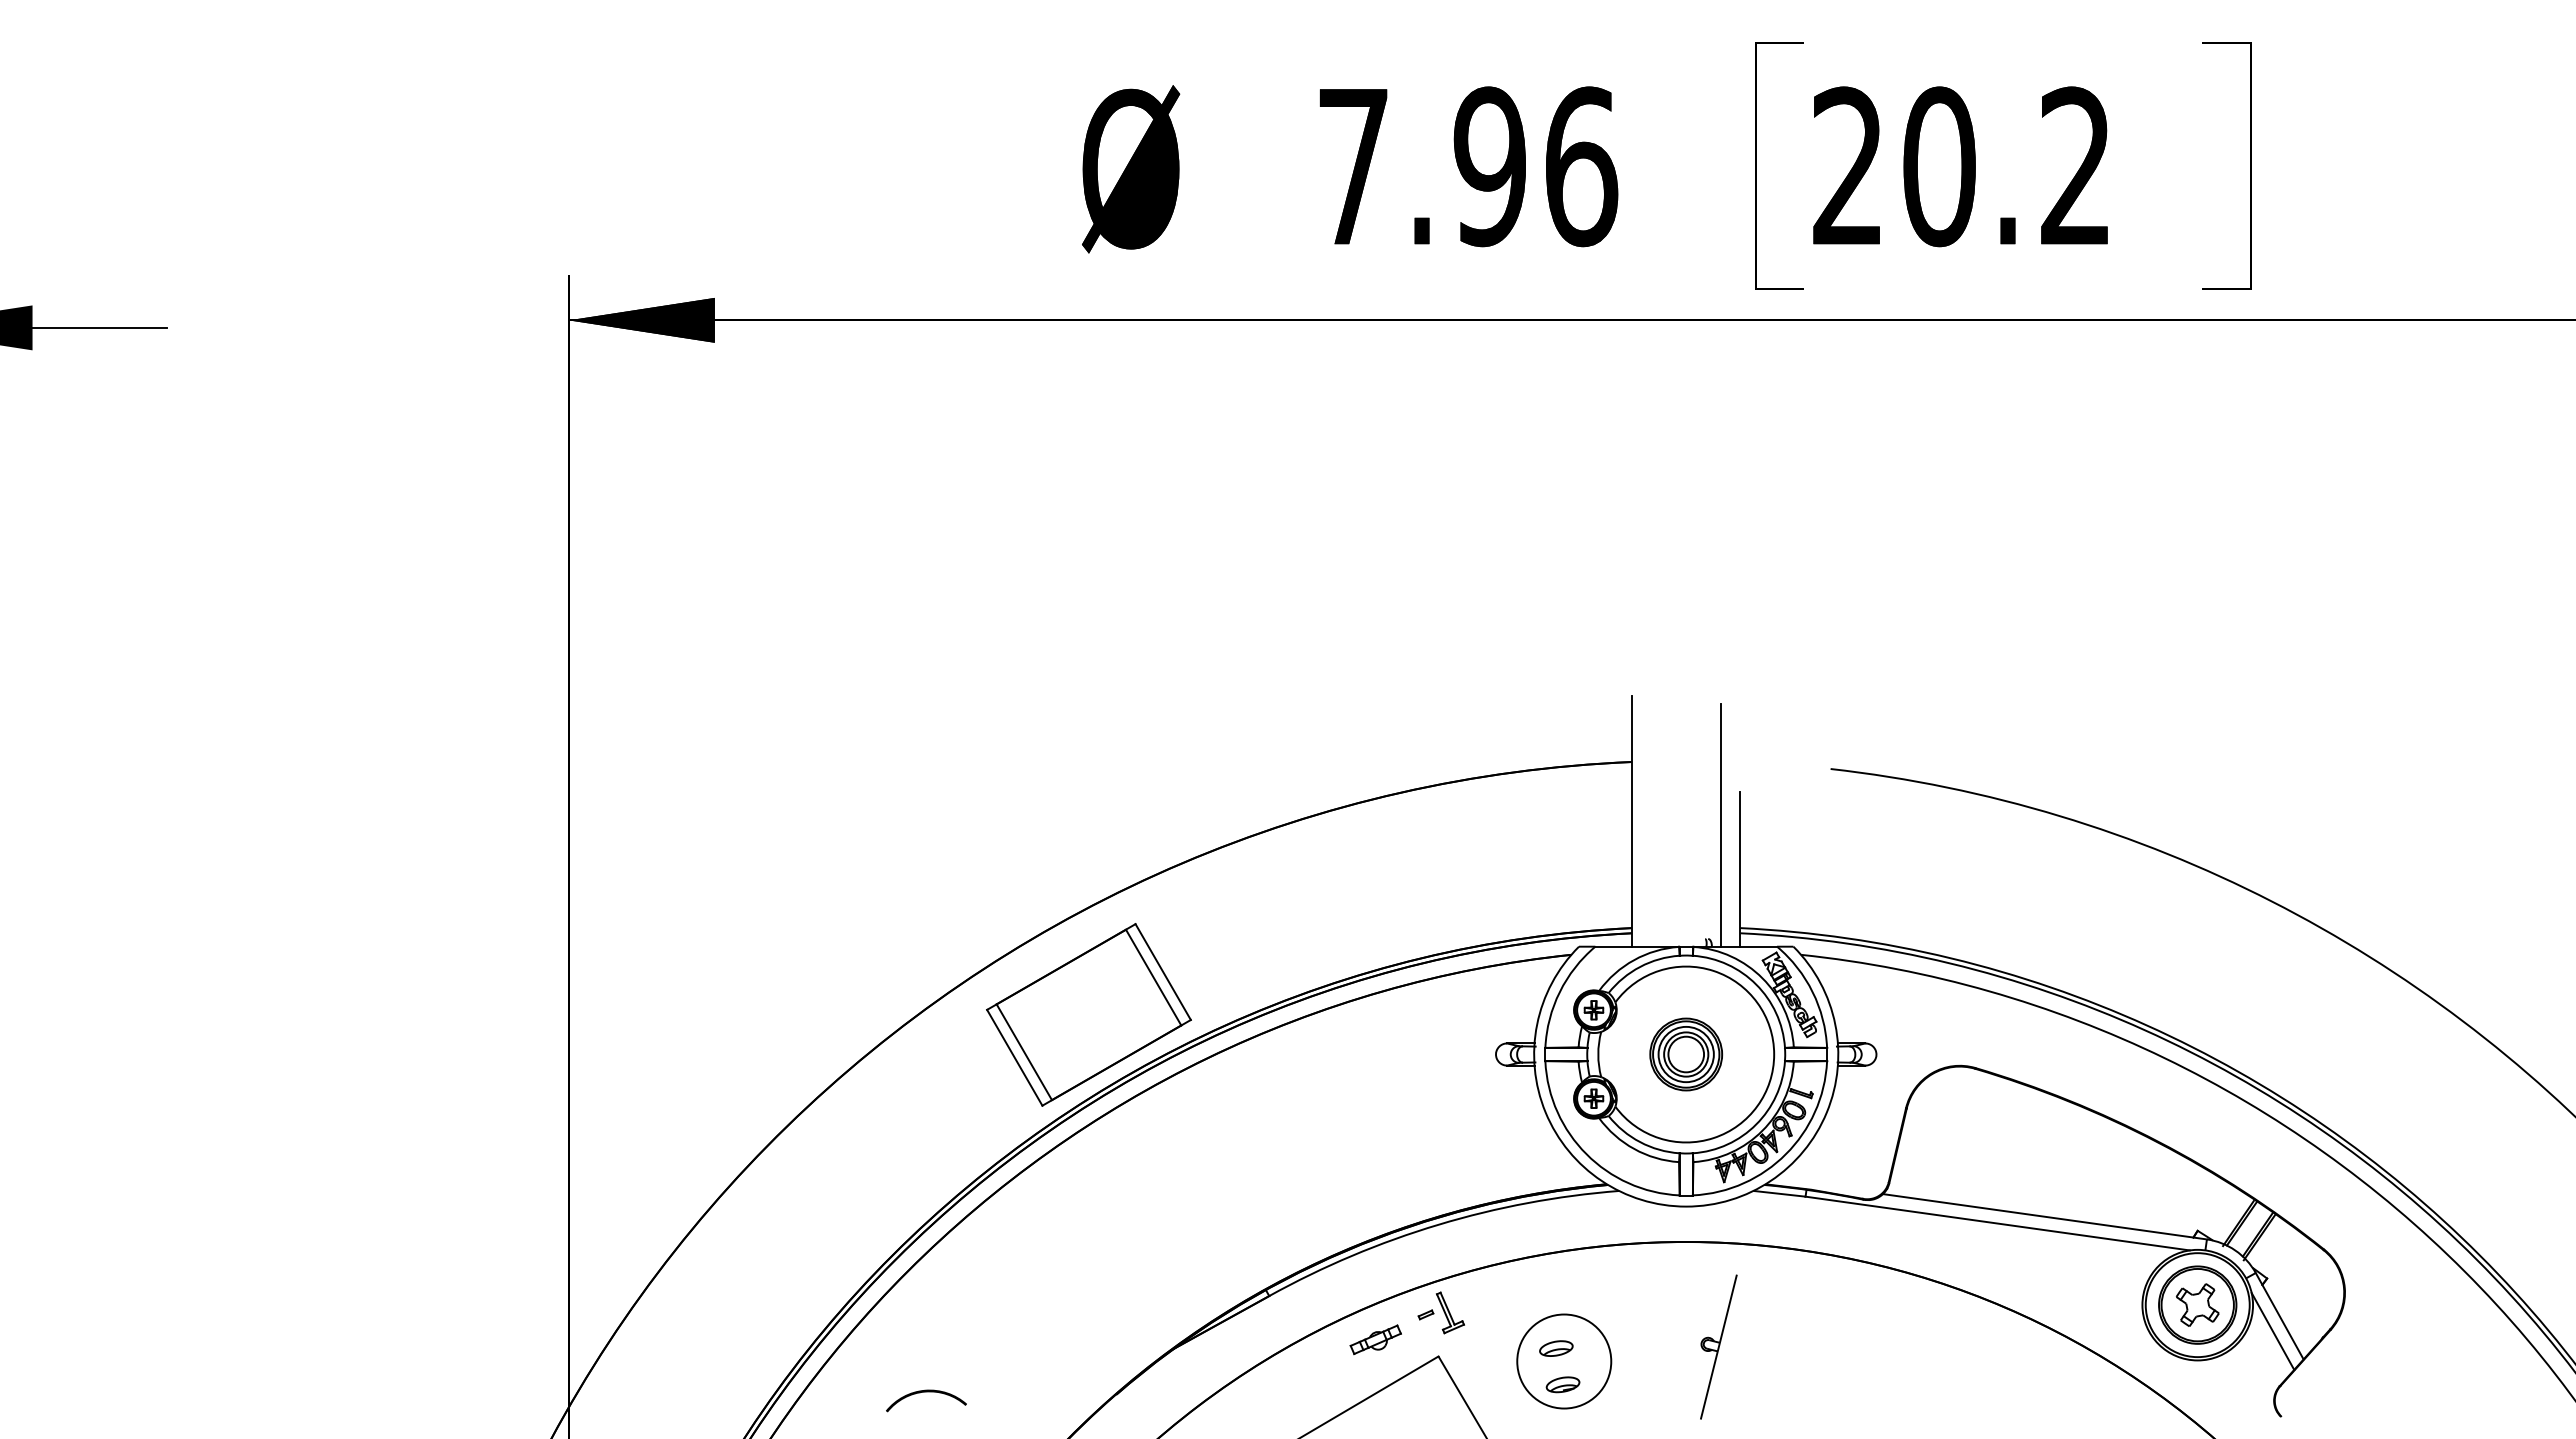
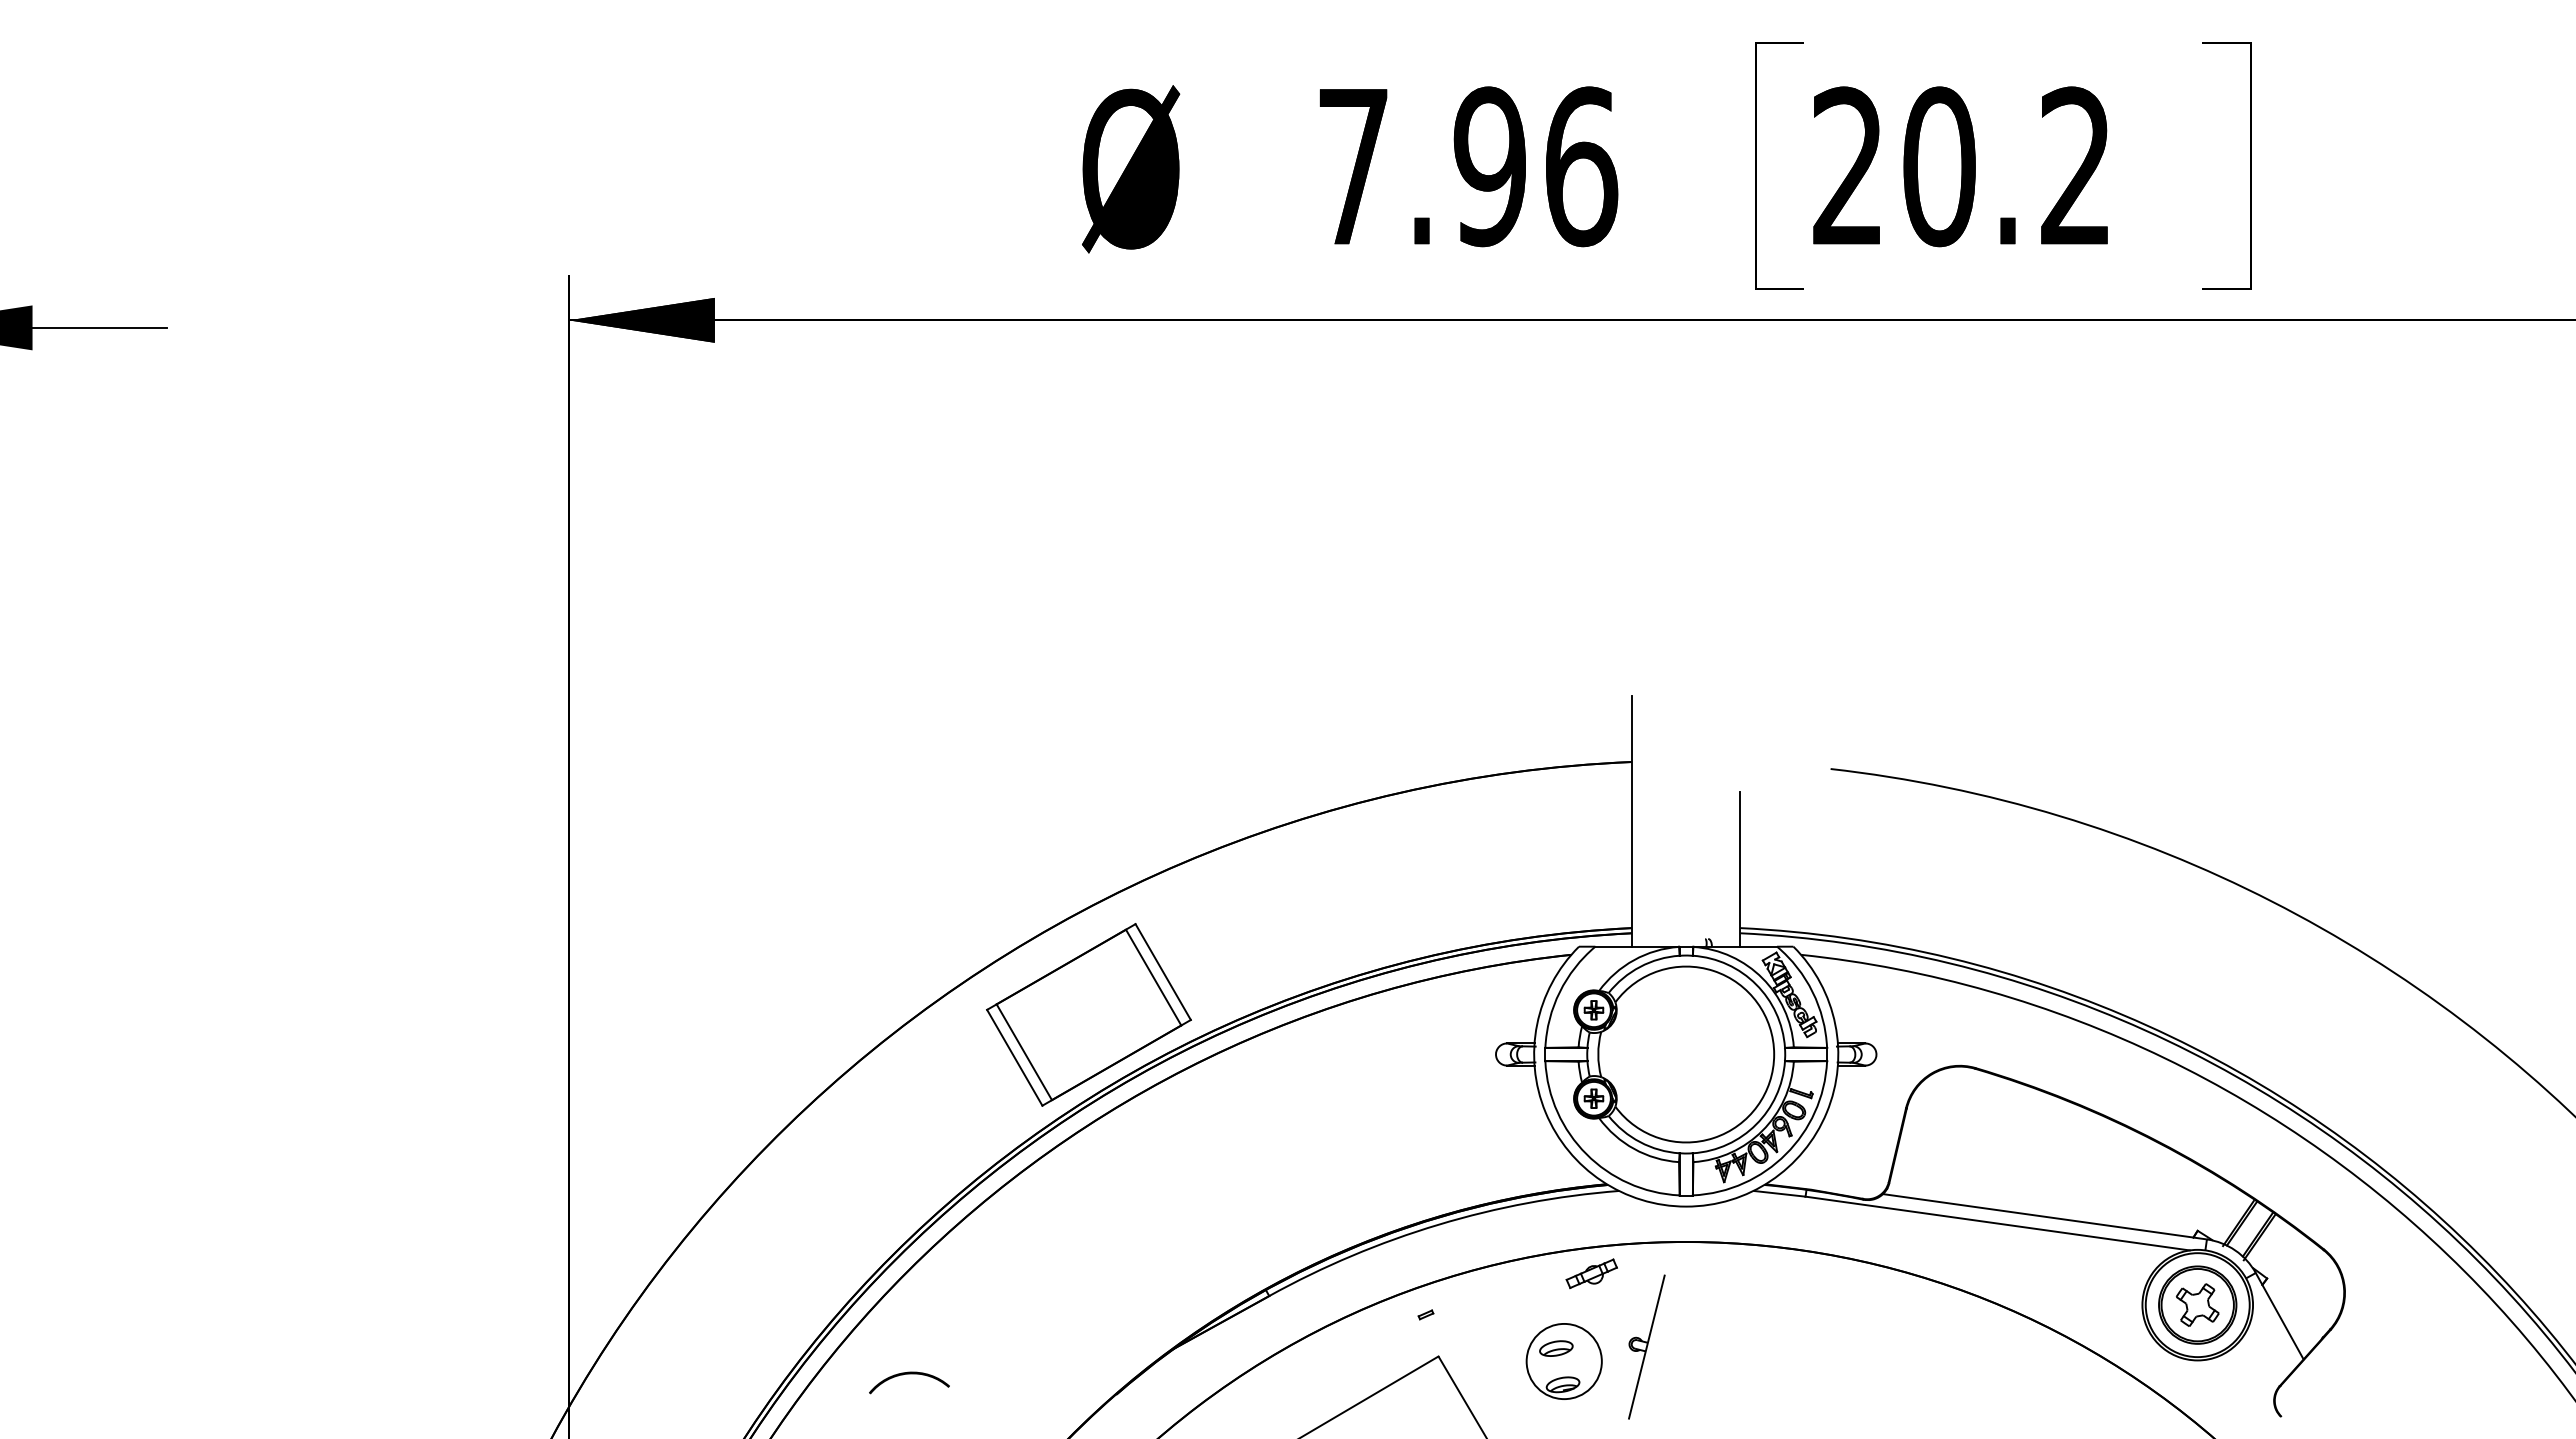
line at (1720, 825): present -> none
part at (1686, 1054): present -> none
part at (1450, 1312): present -> none
line at (2272, 1330): present -> none
part at (1375, 1339) position: (1375, 1339) -> (1591, 1273)
part at (1718, 1346) position: (1718, 1346) -> (1646, 1346)
circle at (1564, 1361) diameter: 94 px -> 75 px
part at (926, 1392) position: (926, 1392) -> (909, 1374)
